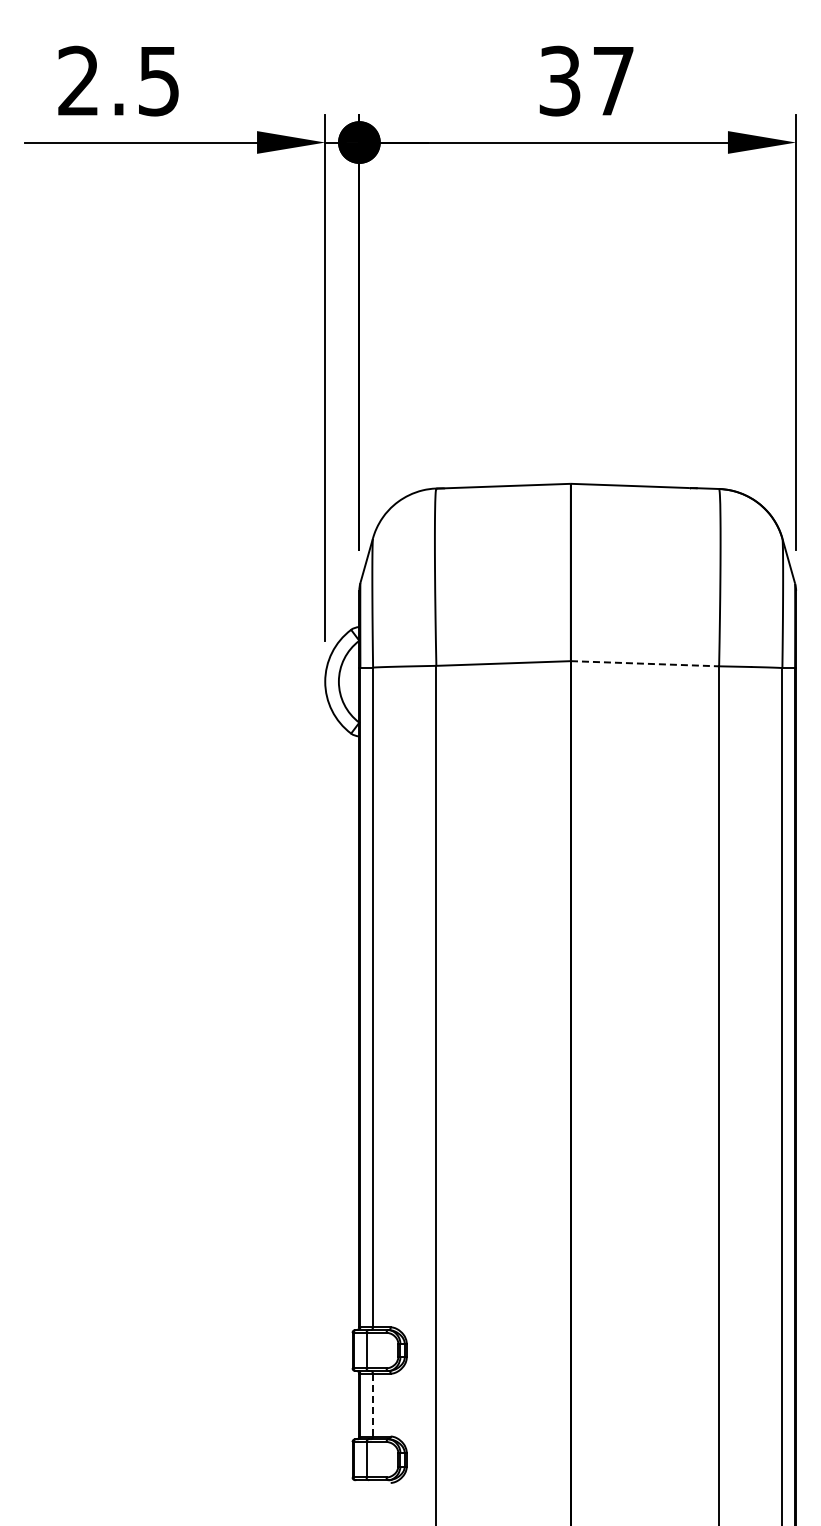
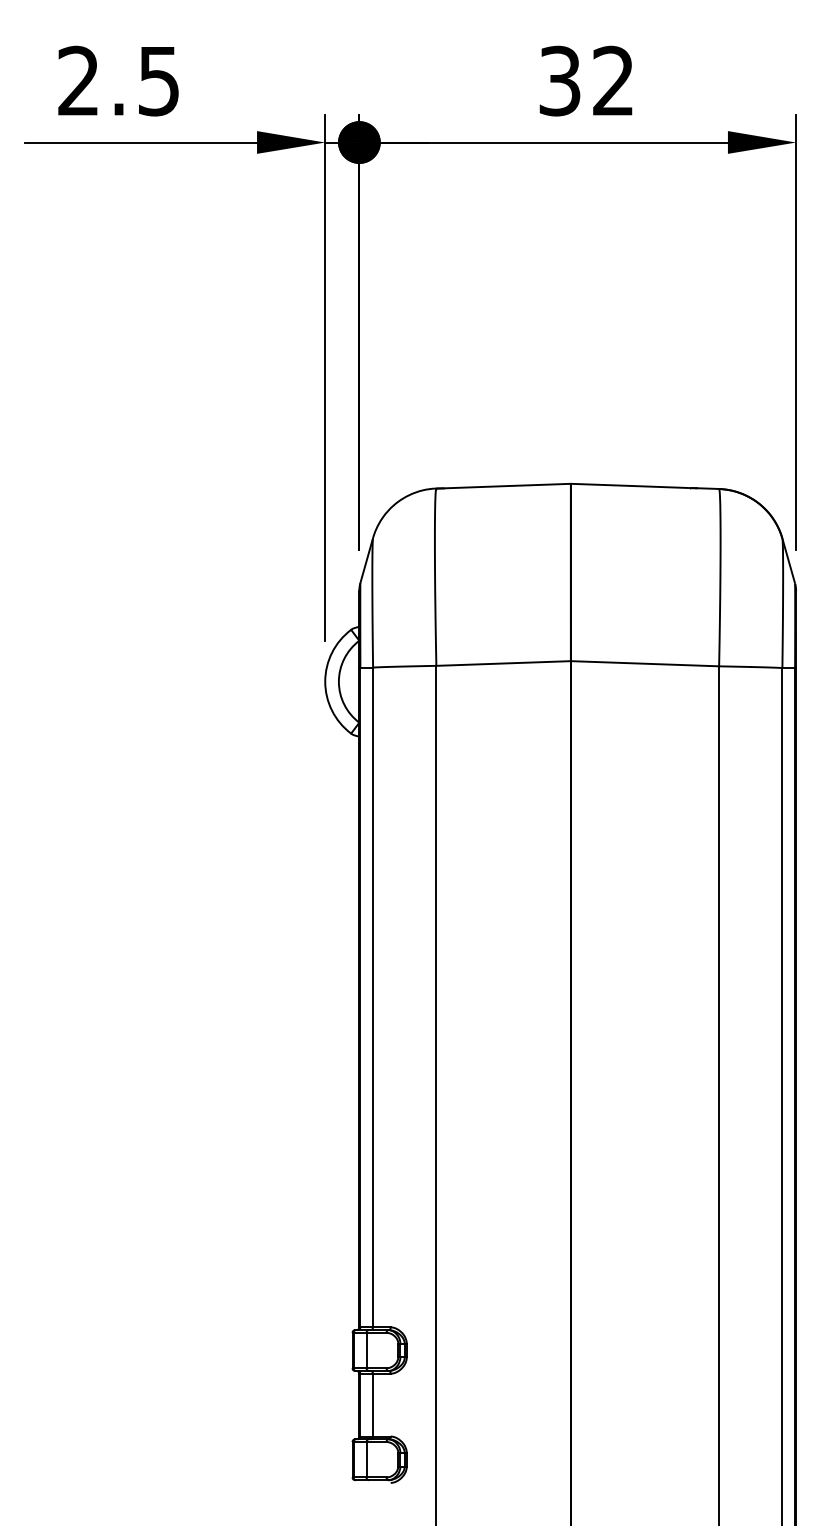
text at (613, 80): 37 -> 32
line at (645, 663): dashed -> solid
line at (373, 1405): dashed -> solid
